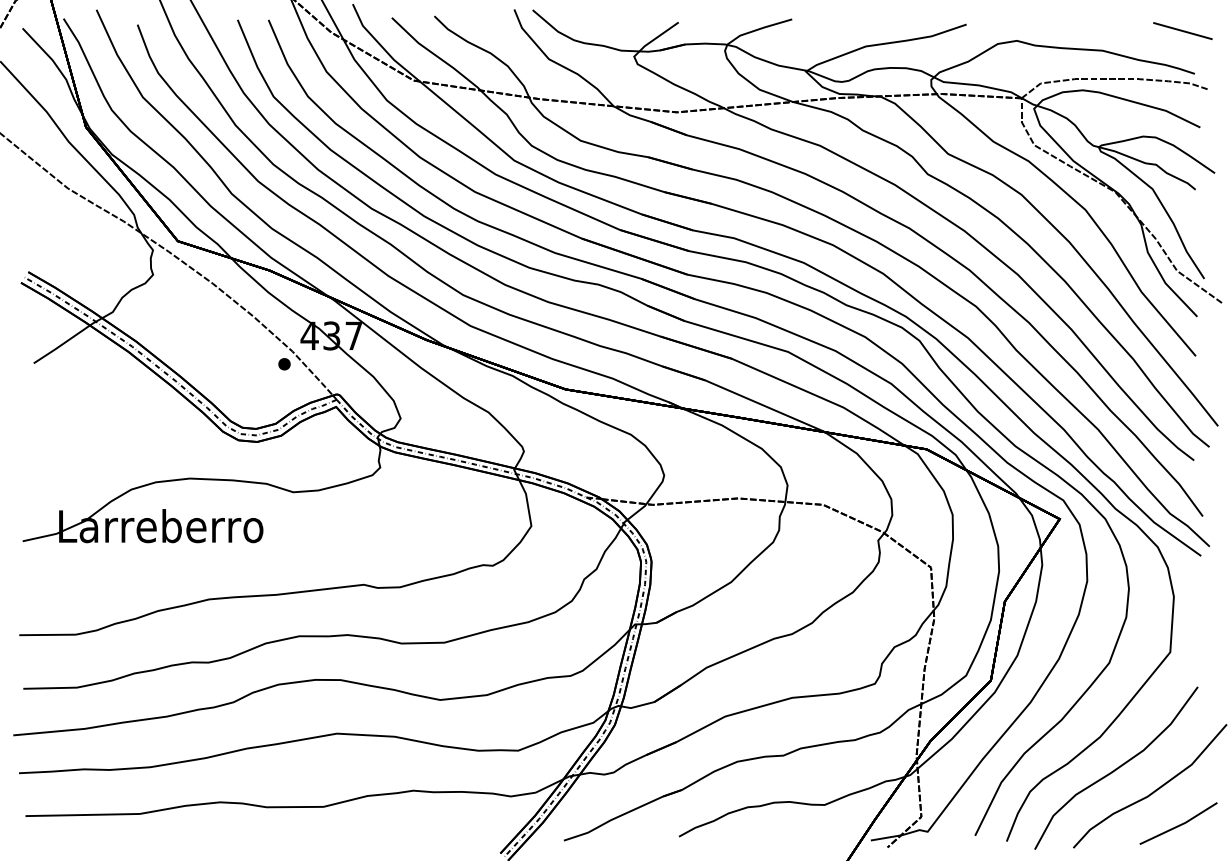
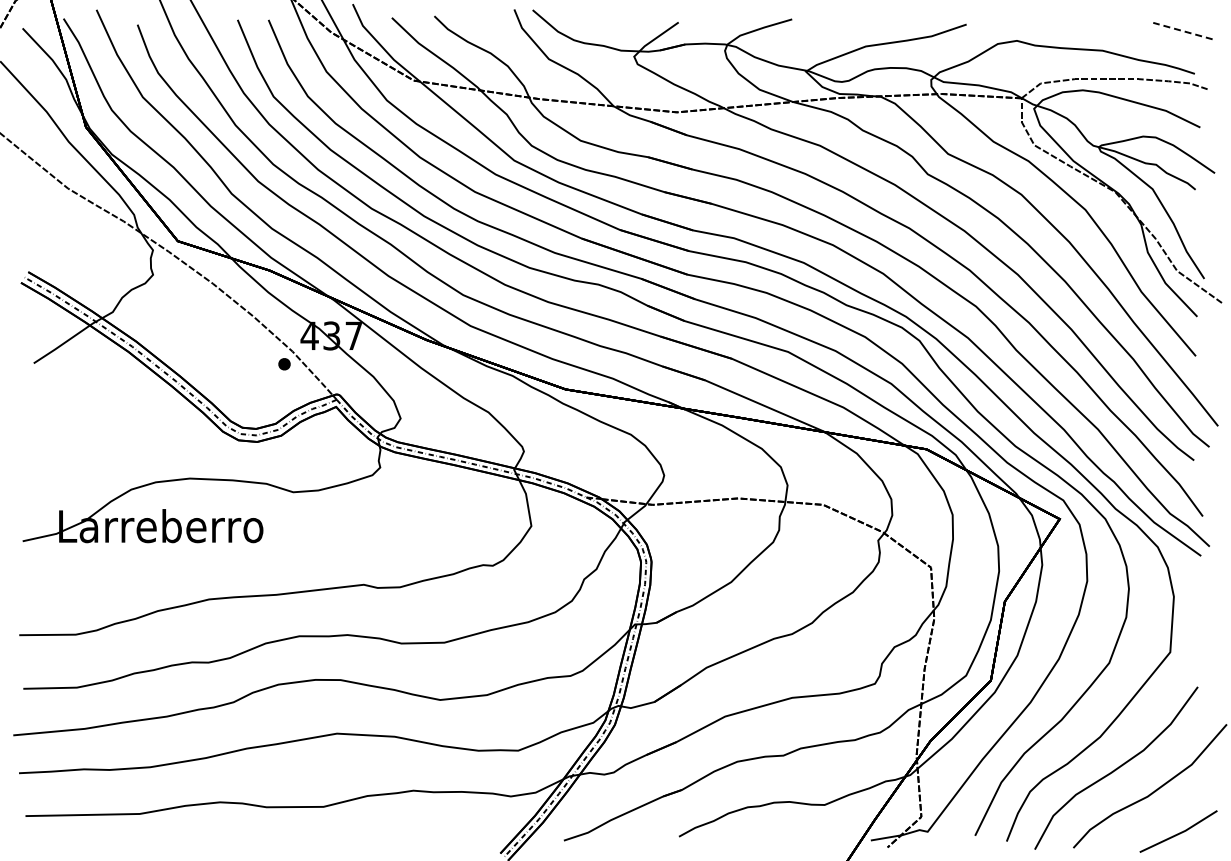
line at (1182, 31): solid -> dashed
line at (1179, 824) position: (1179, 824) -> (1179, 832)
